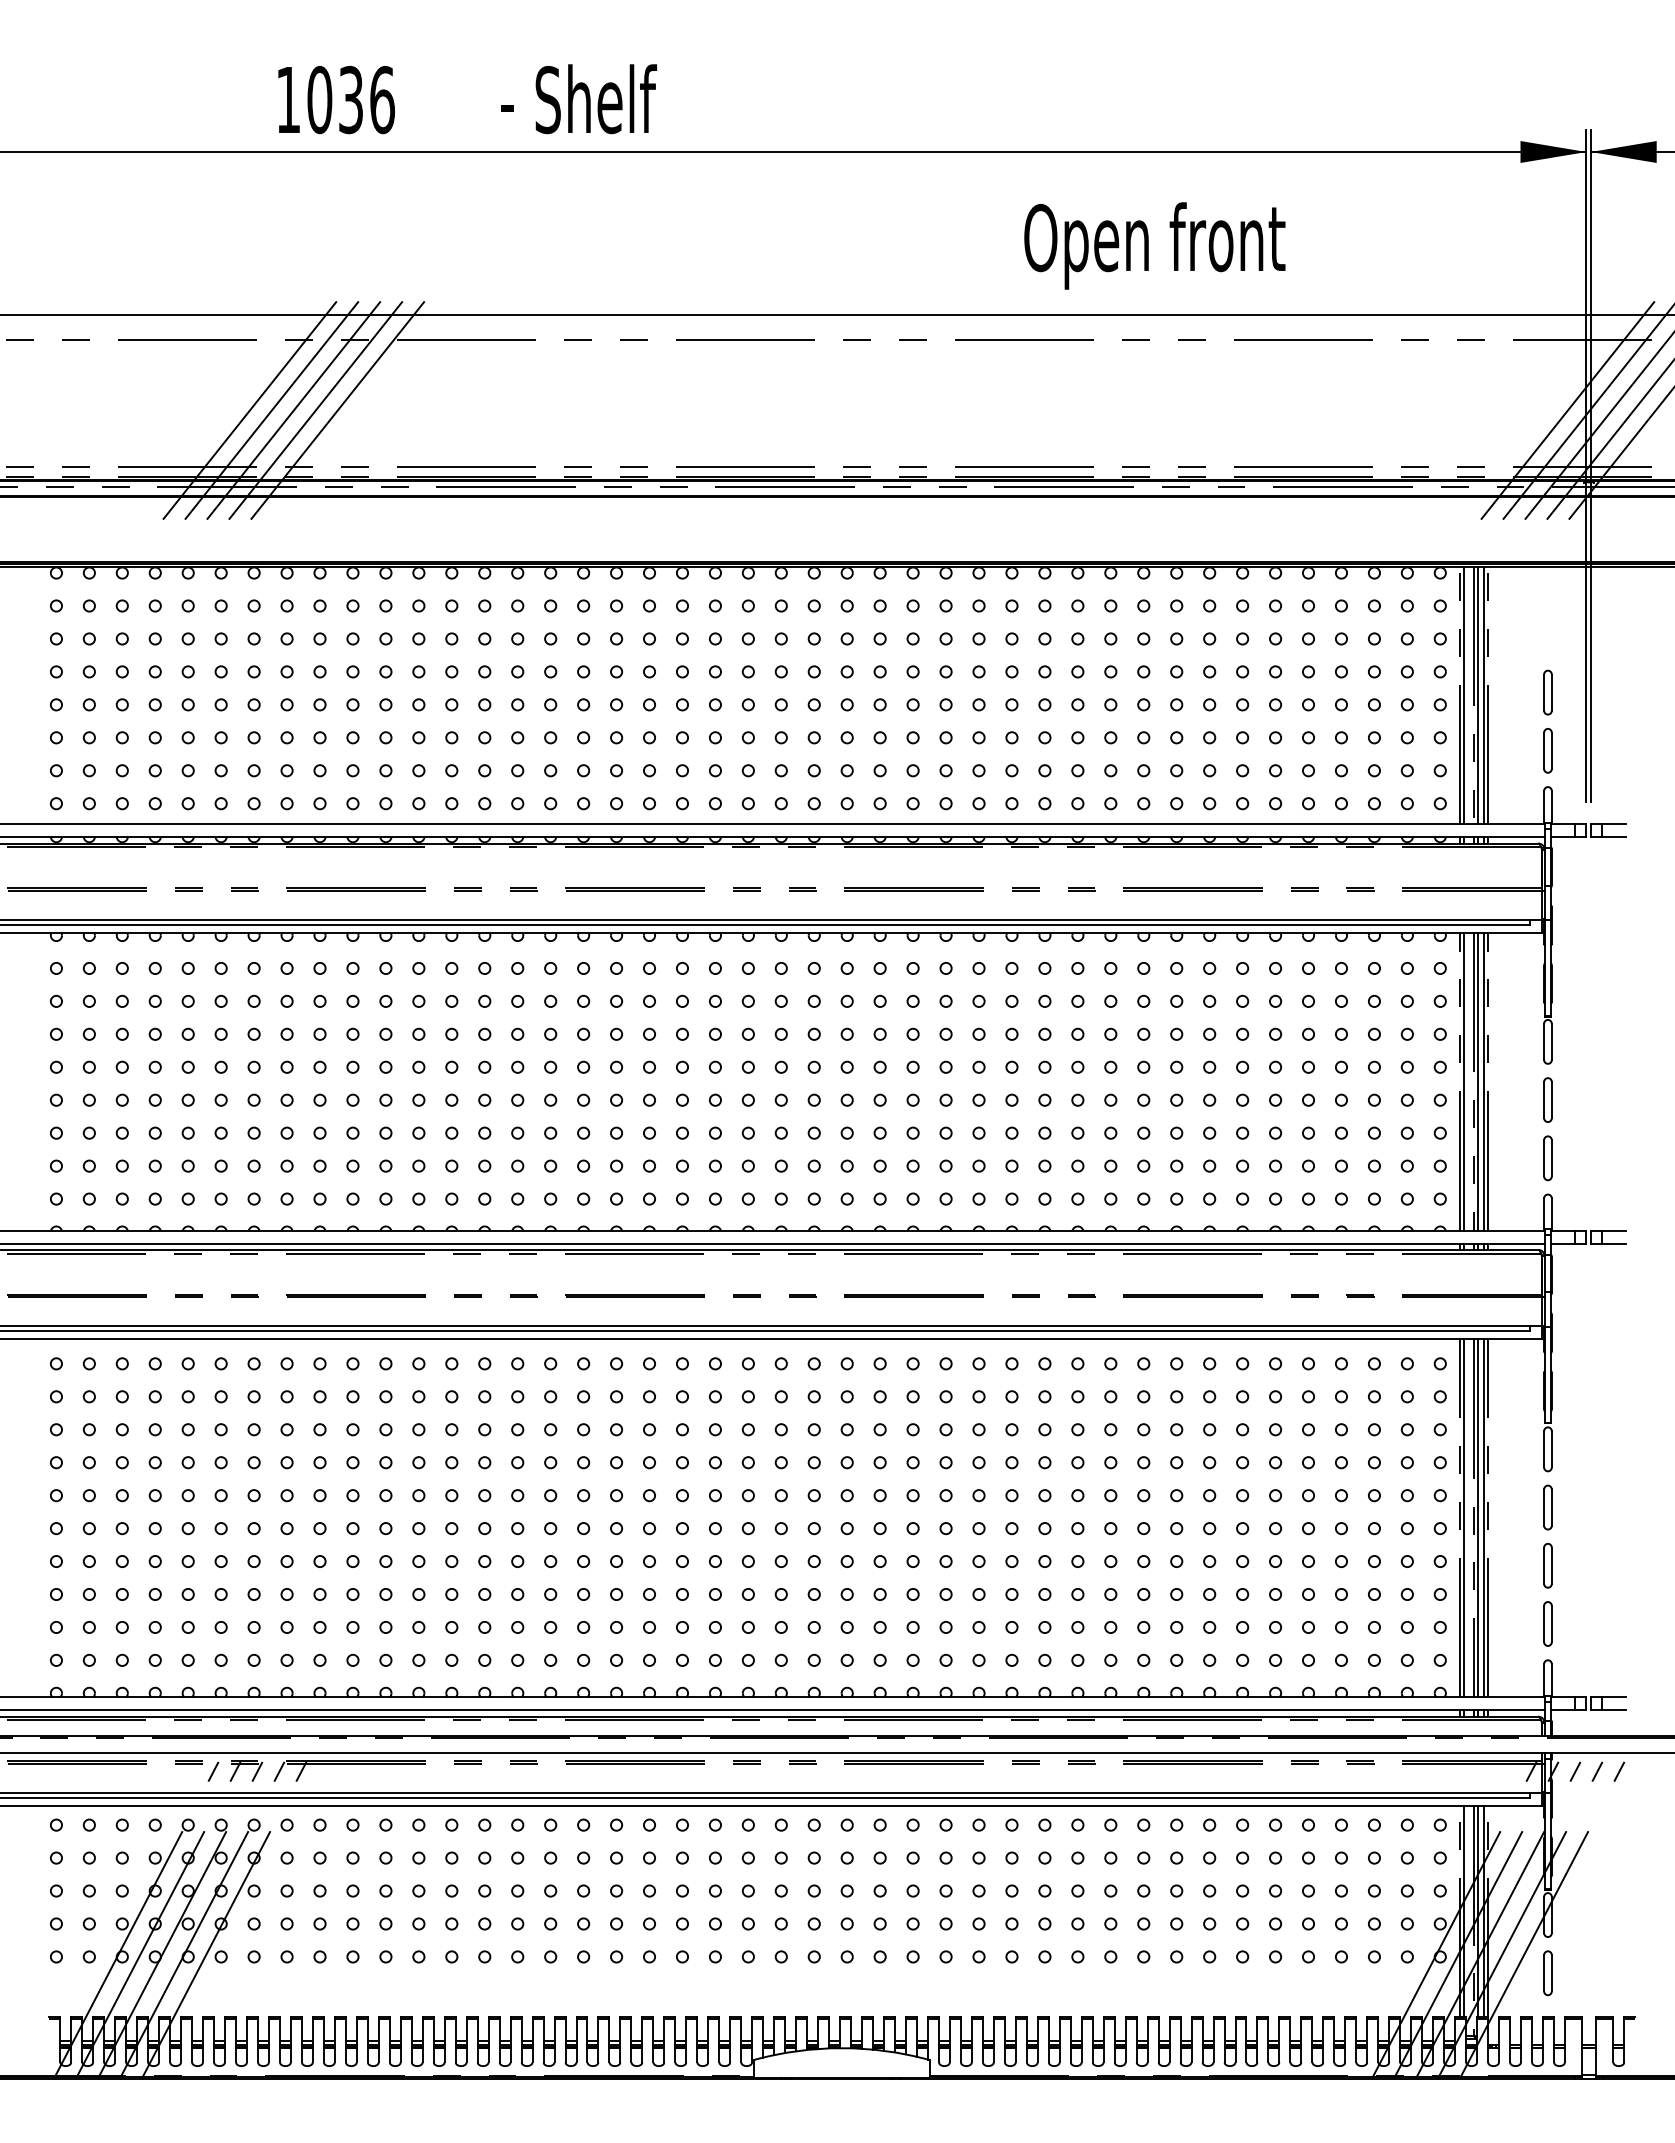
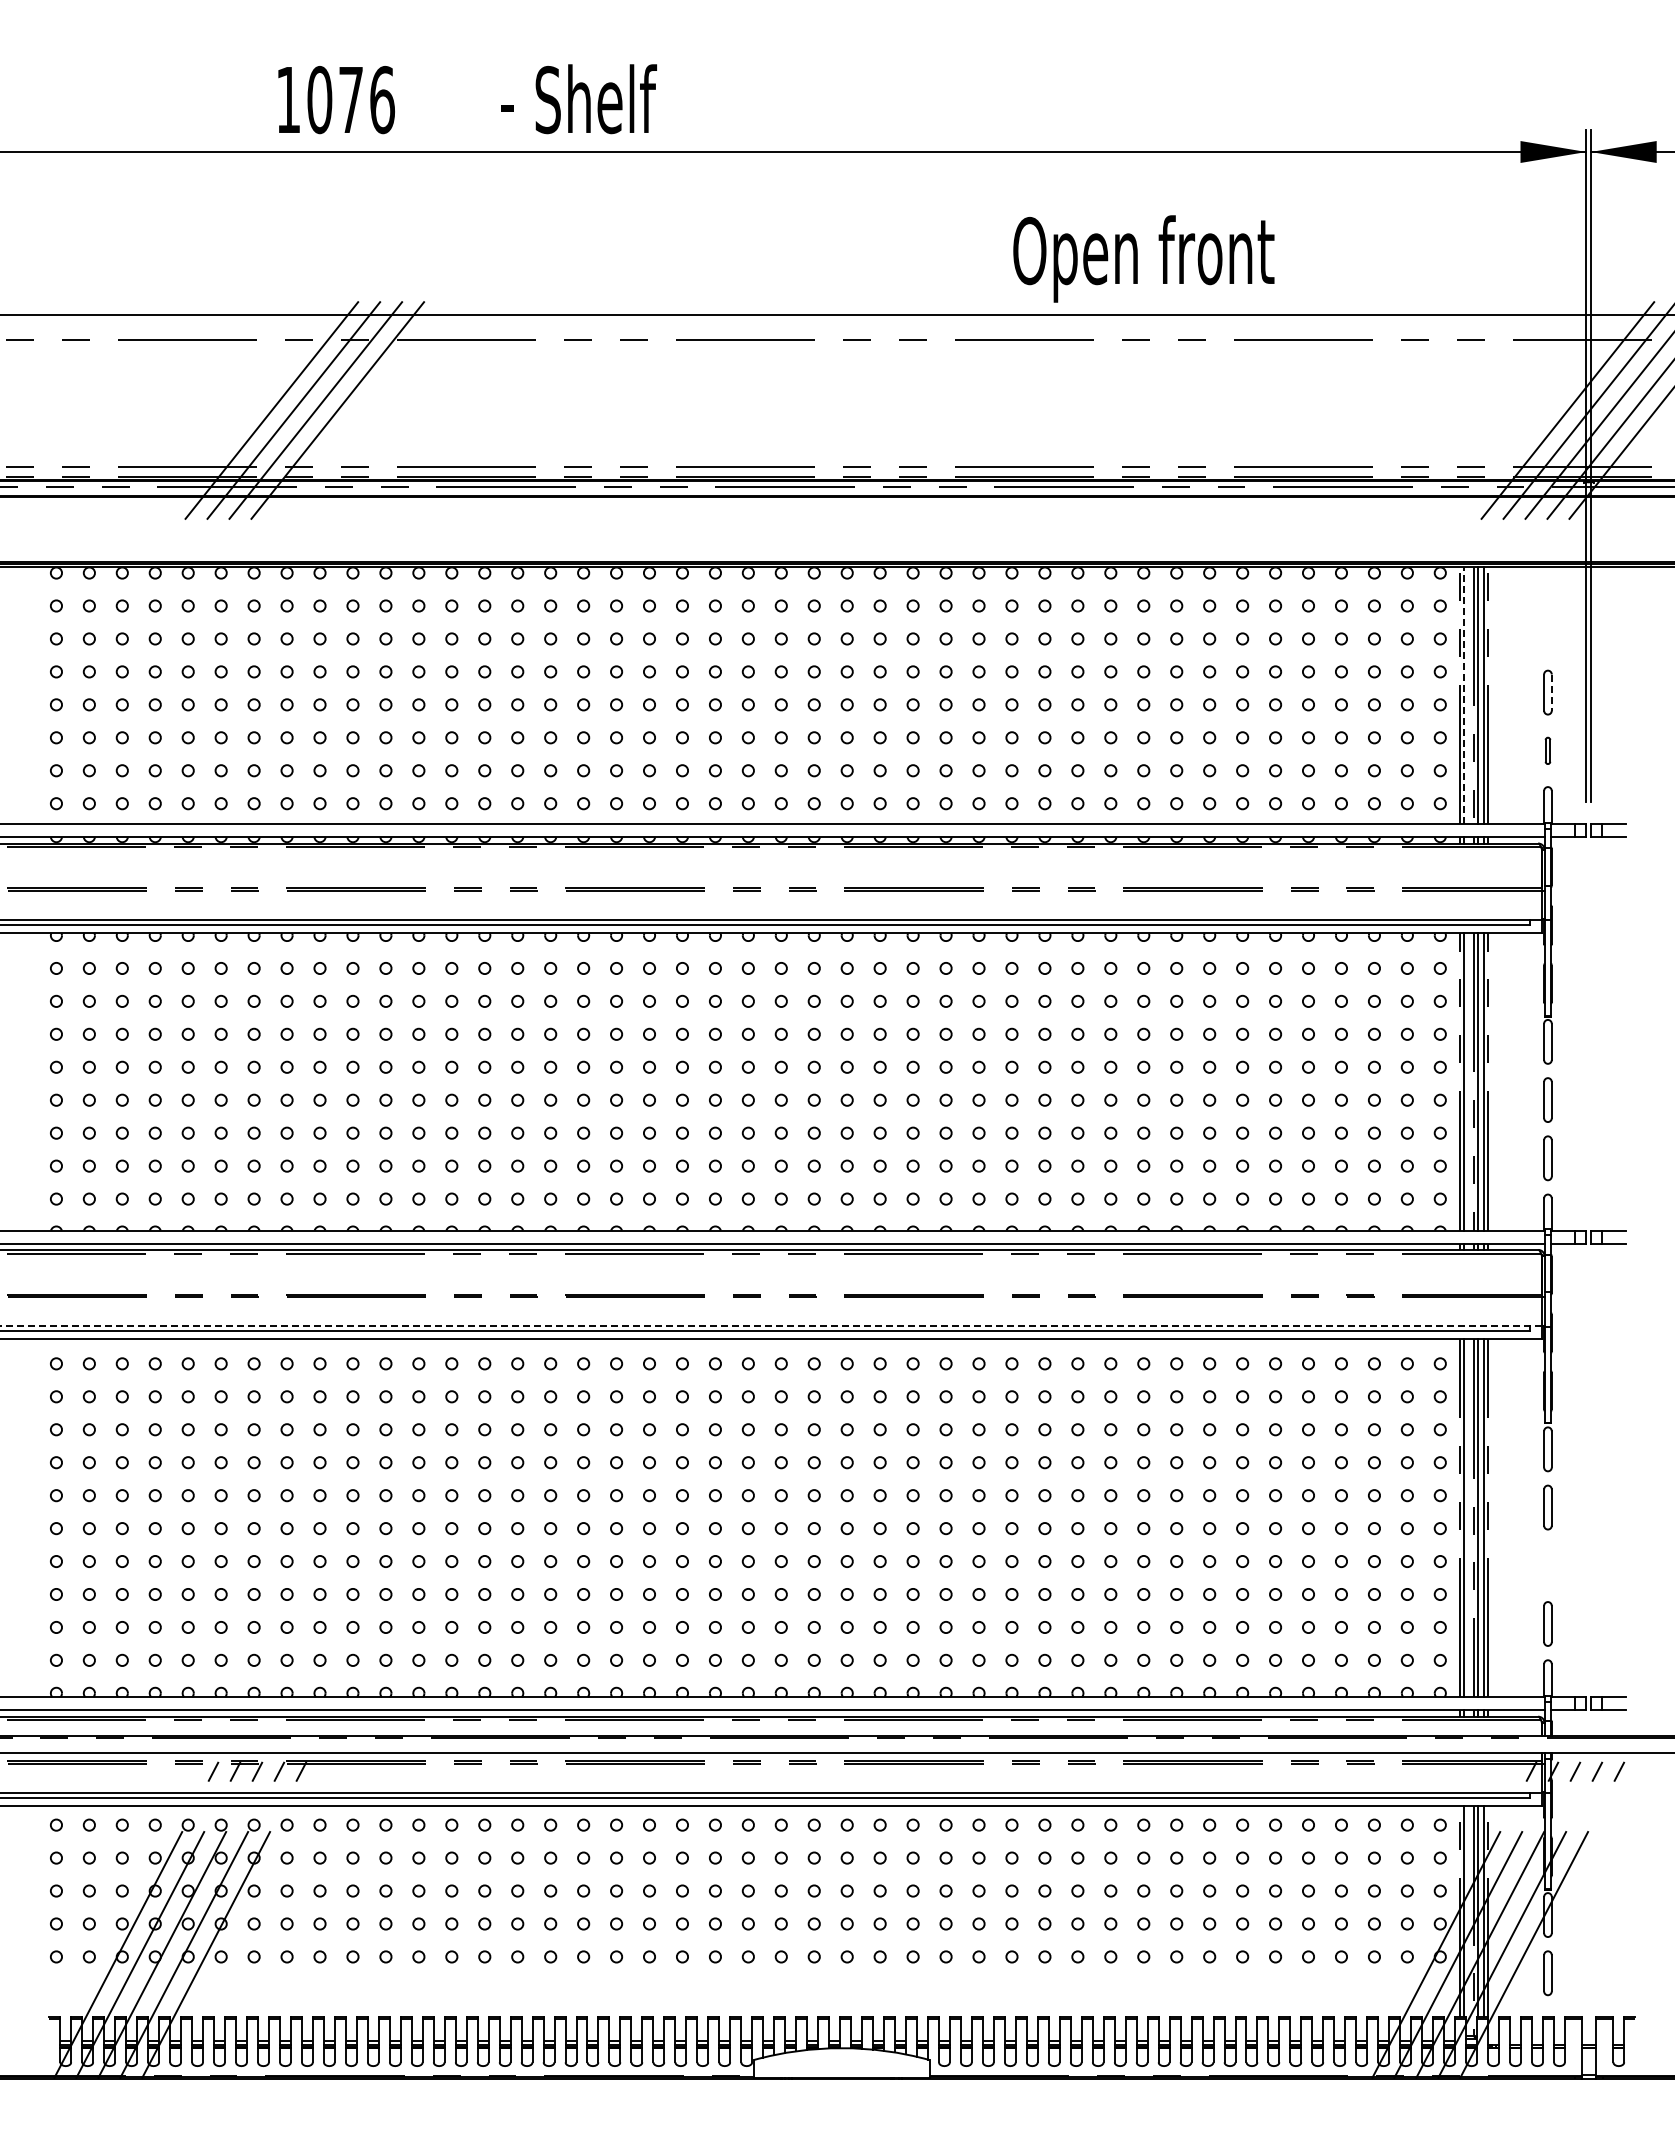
text at (350, 99): 1036 -> 1076
text at (1154, 245) position: (1154, 245) -> (1143, 258)
line at (250, 409): present -> none
line at (1551, 693): solid -> dashed
line at (1464, 695): solid -> dashed
part at (1547, 750) size: 10x46 px -> 8x29 px
line at (771, 1326): solid -> dashed
part at (1547, 1565): present -> none
